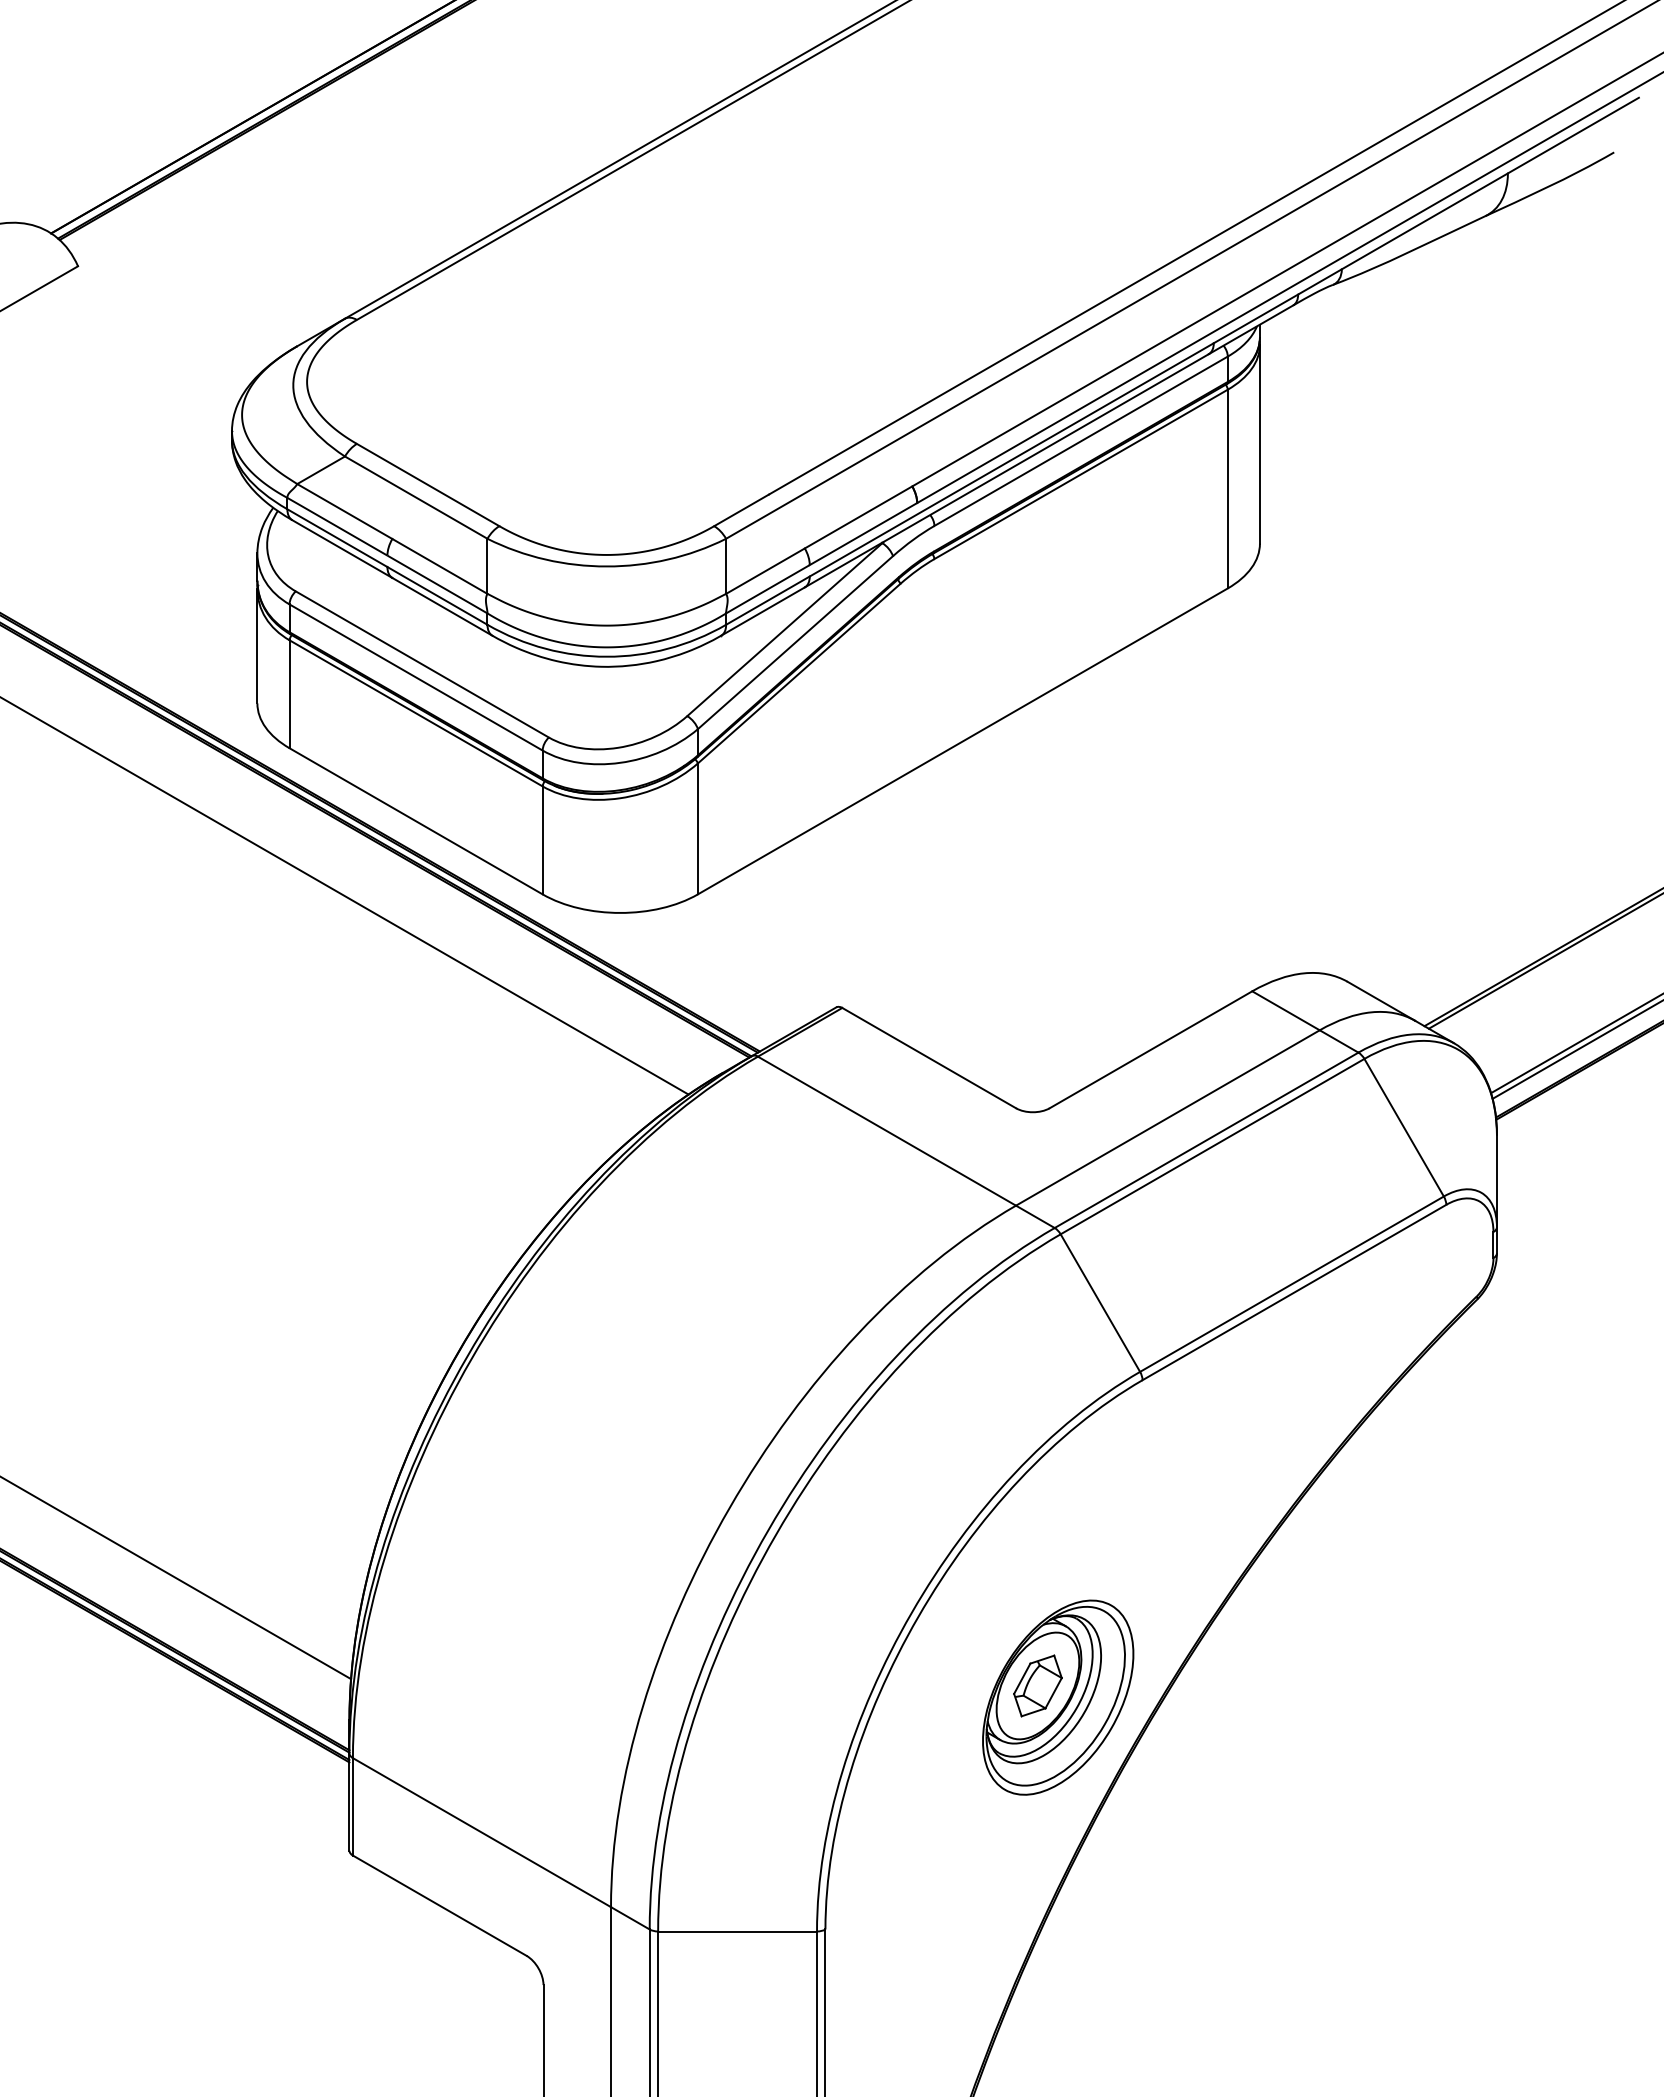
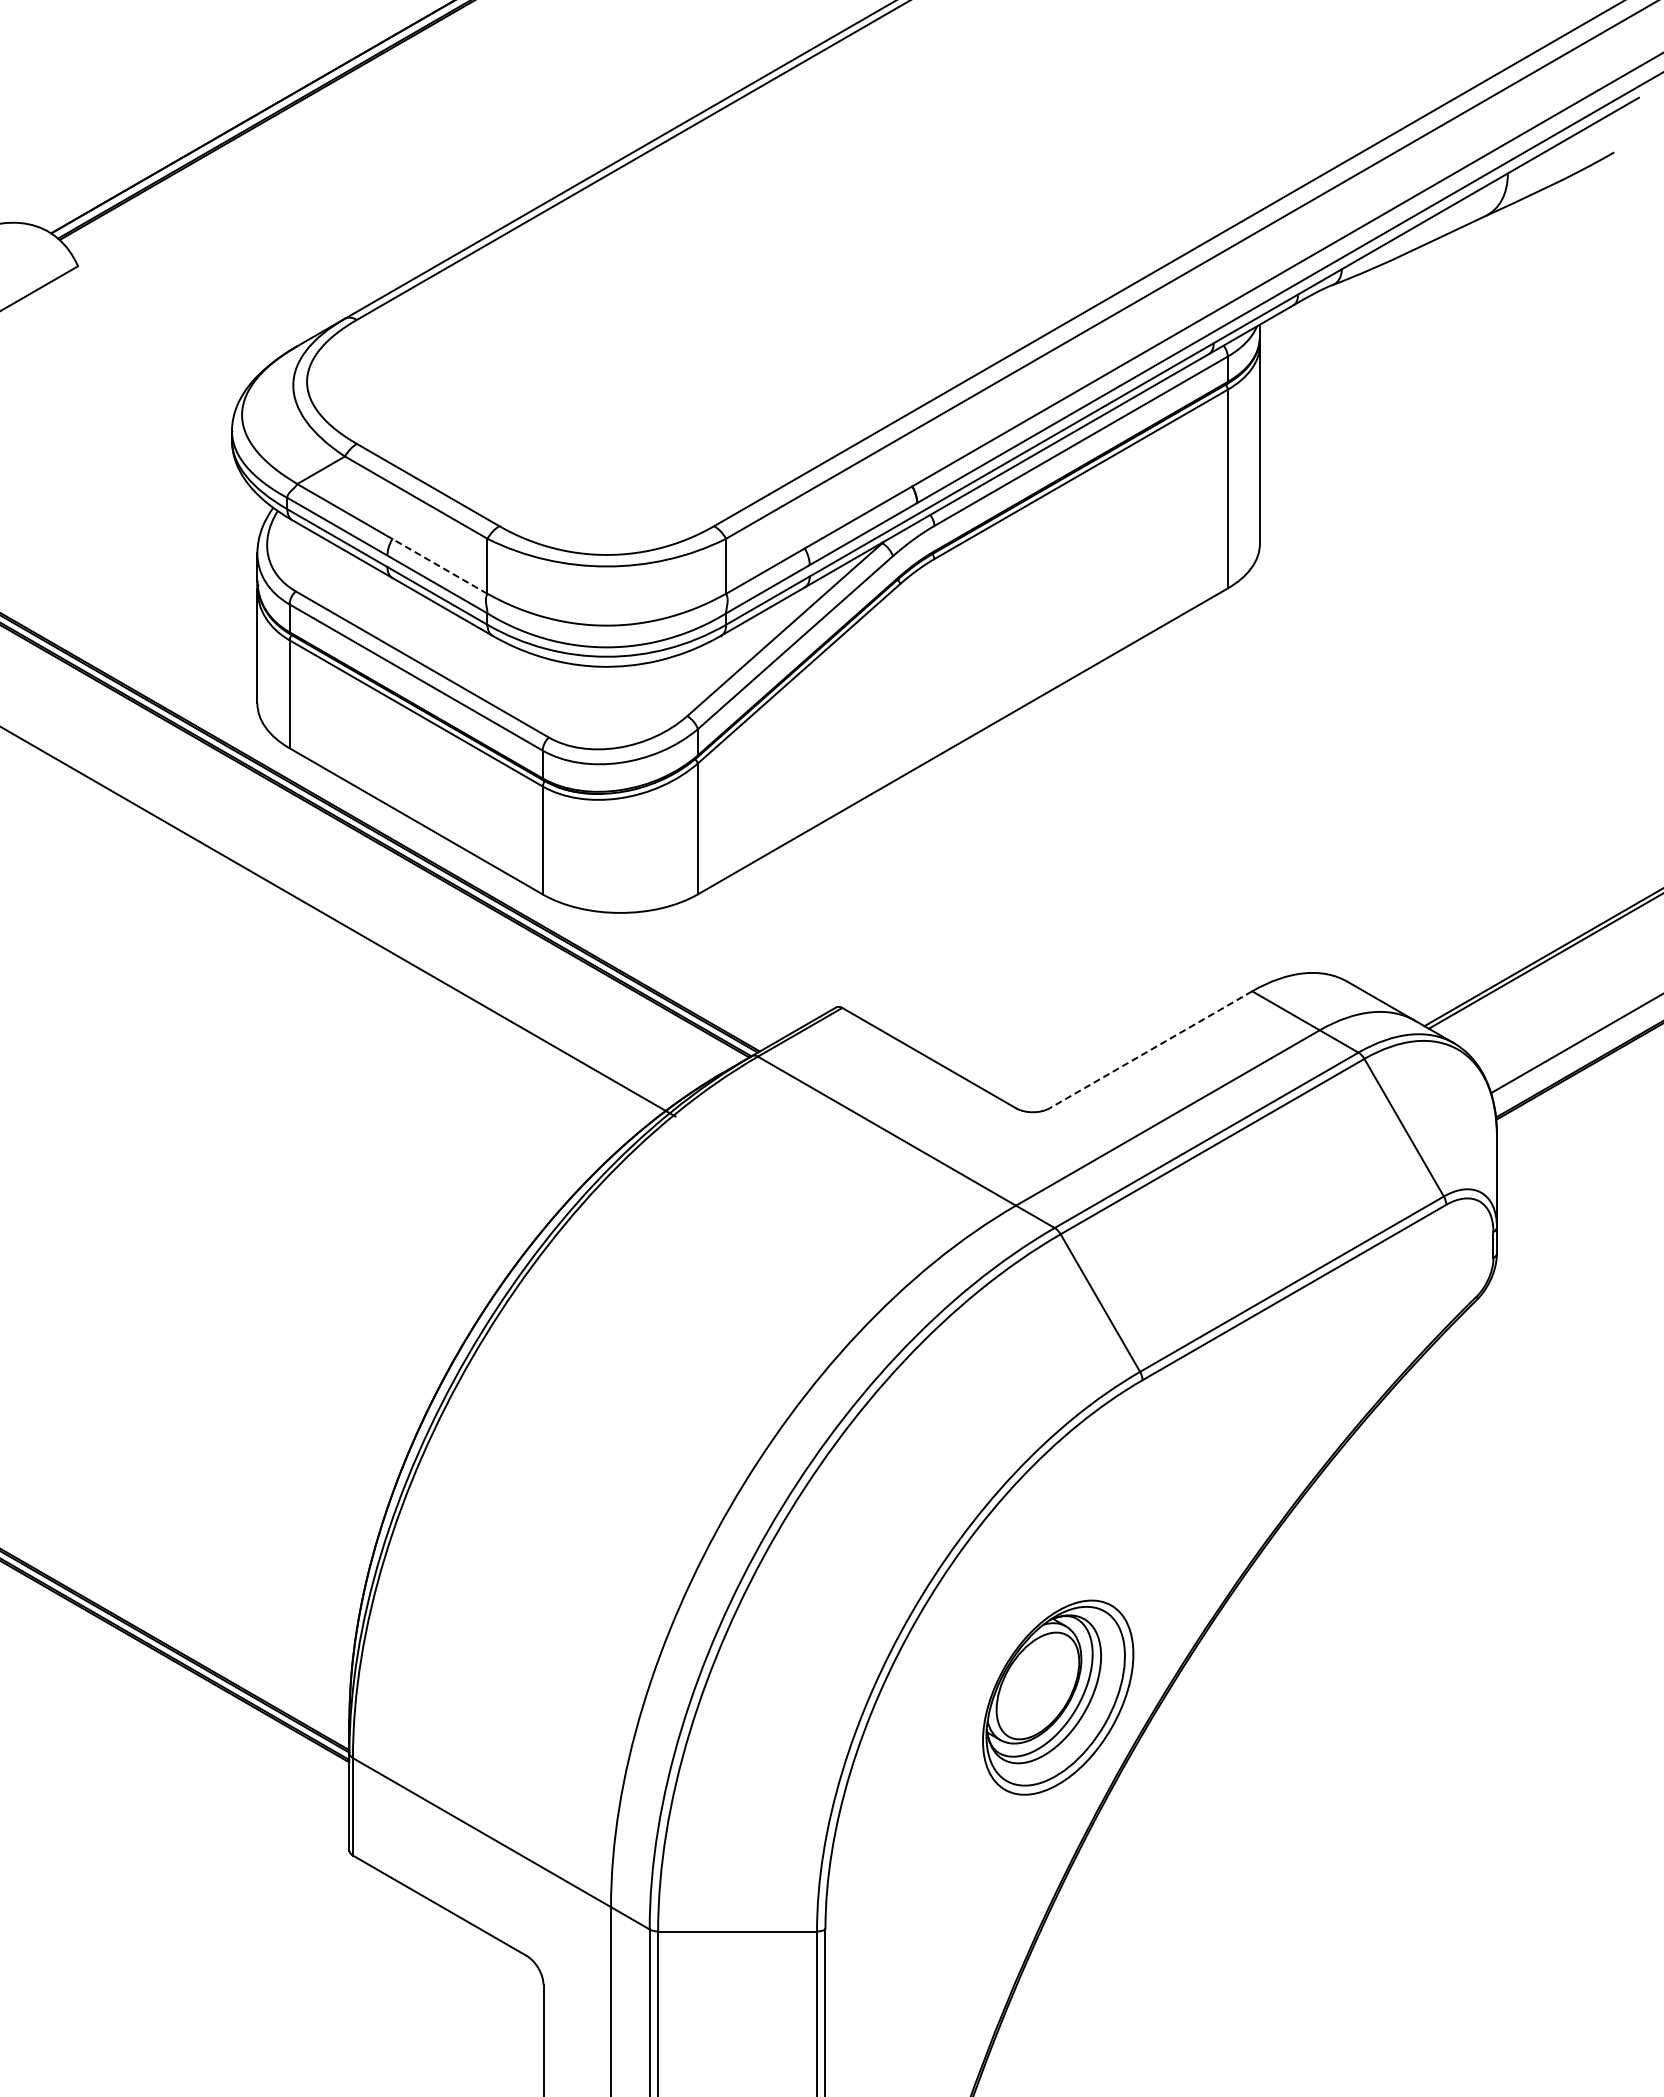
line at (439, 566): solid -> dashed
line at (345, 896) position: (345, 896) -> (338, 921)
line at (1151, 1049): solid -> dashed
line at (1576, 1049): present -> none
line at (176, 1578): present -> none
part at (1037, 1685): present -> none
